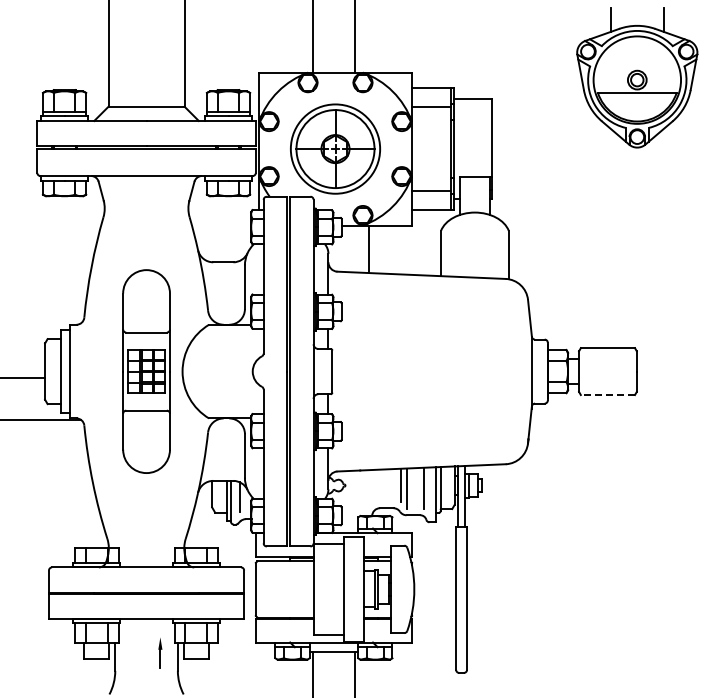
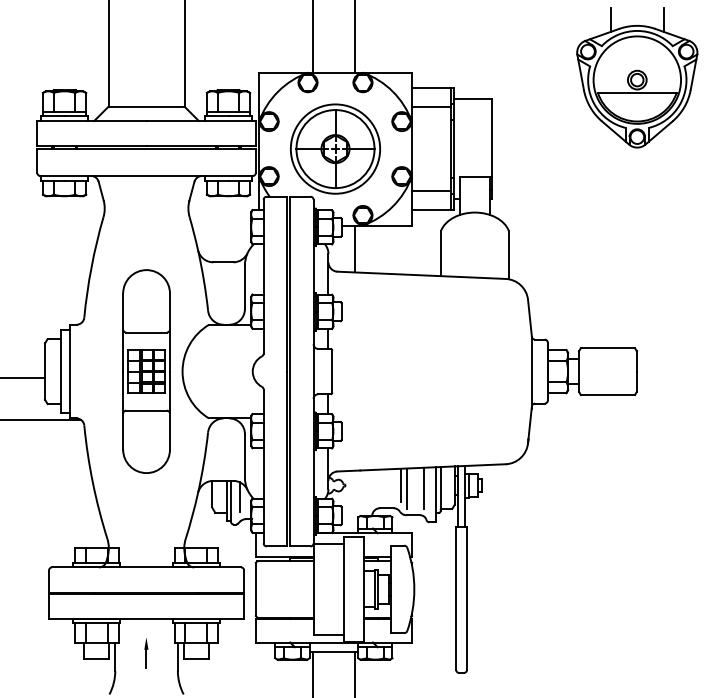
line at (369, 248) position: (369, 248) -> (355, 248)
line at (607, 395): dashed -> solid
part at (160, 653) position: (160, 653) -> (146, 653)
